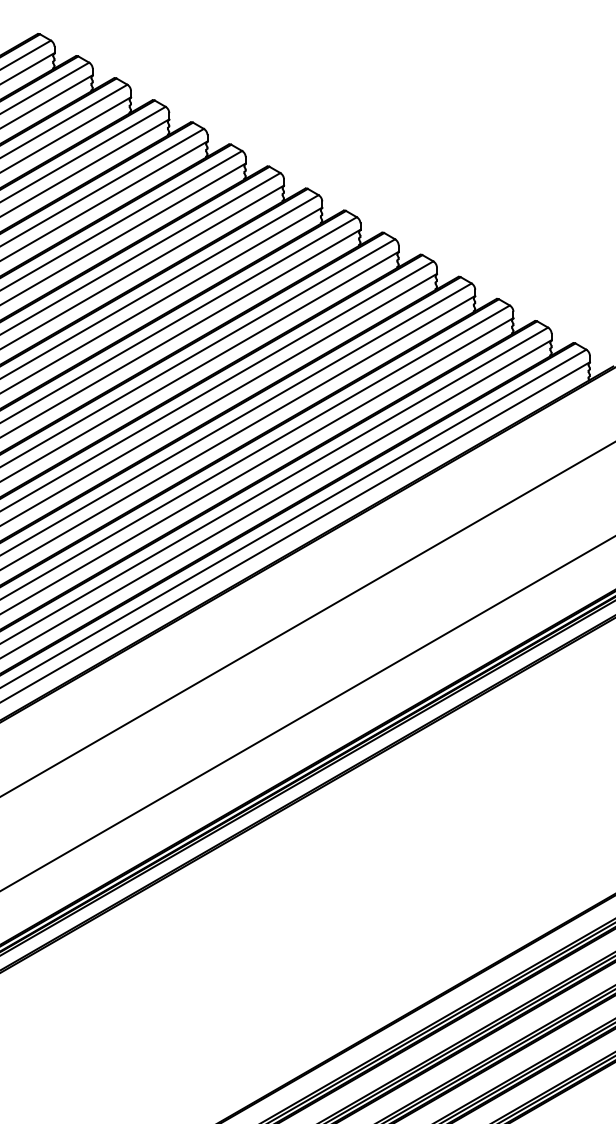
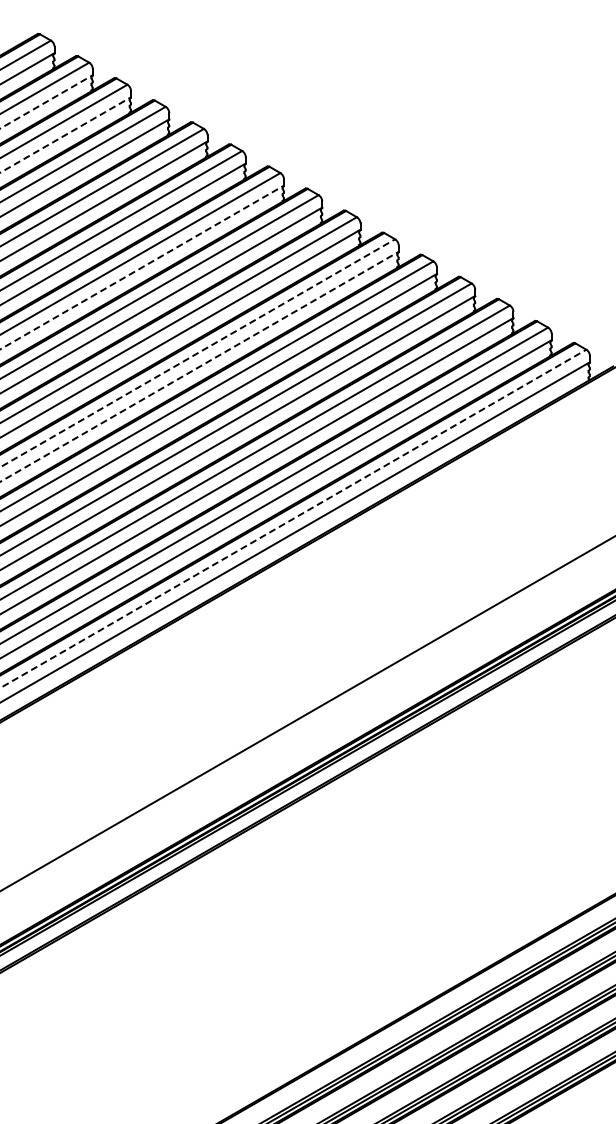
line at (46, 101): solid -> dashed
line at (66, 134): solid -> dashed
line at (142, 267): solid -> dashed
line at (197, 353): solid -> dashed
line at (199, 366): solid -> dashed
line at (293, 518): solid -> dashed
line at (307, 619): present -> none
